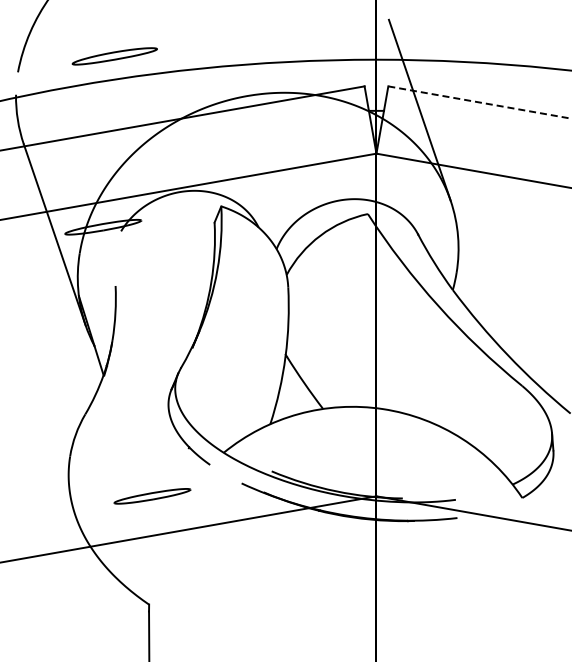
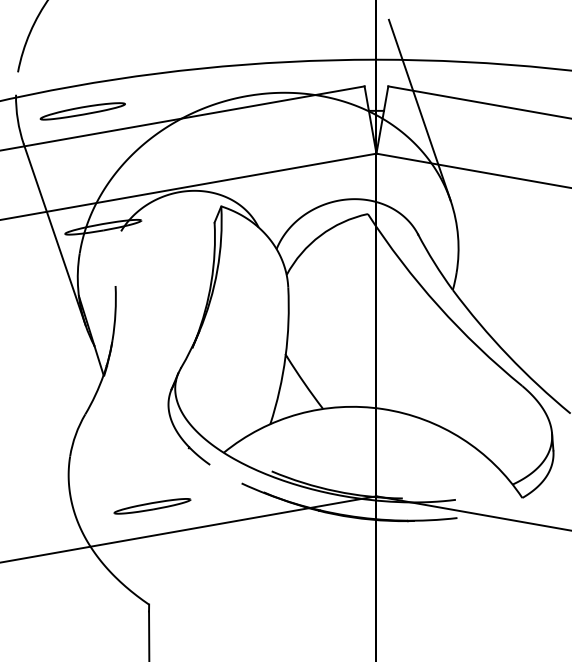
part at (114, 56) position: (114, 56) -> (82, 111)
line at (479, 102): dashed -> solid
part at (152, 496) position: (152, 496) -> (152, 506)
